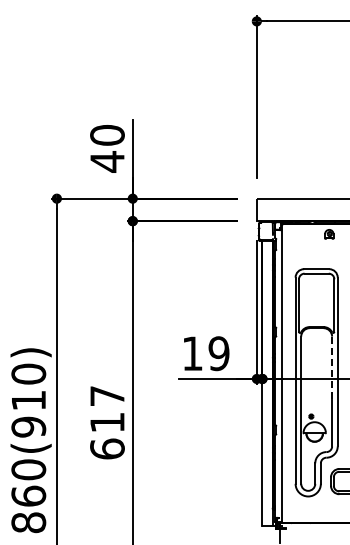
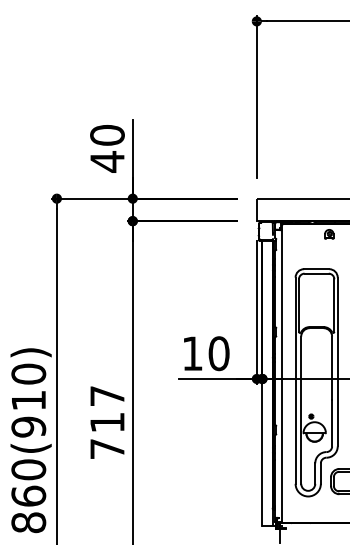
text at (218, 353): 19 -> 10
line at (332, 368): dashed -> solid
text at (107, 448): 617 -> 717
